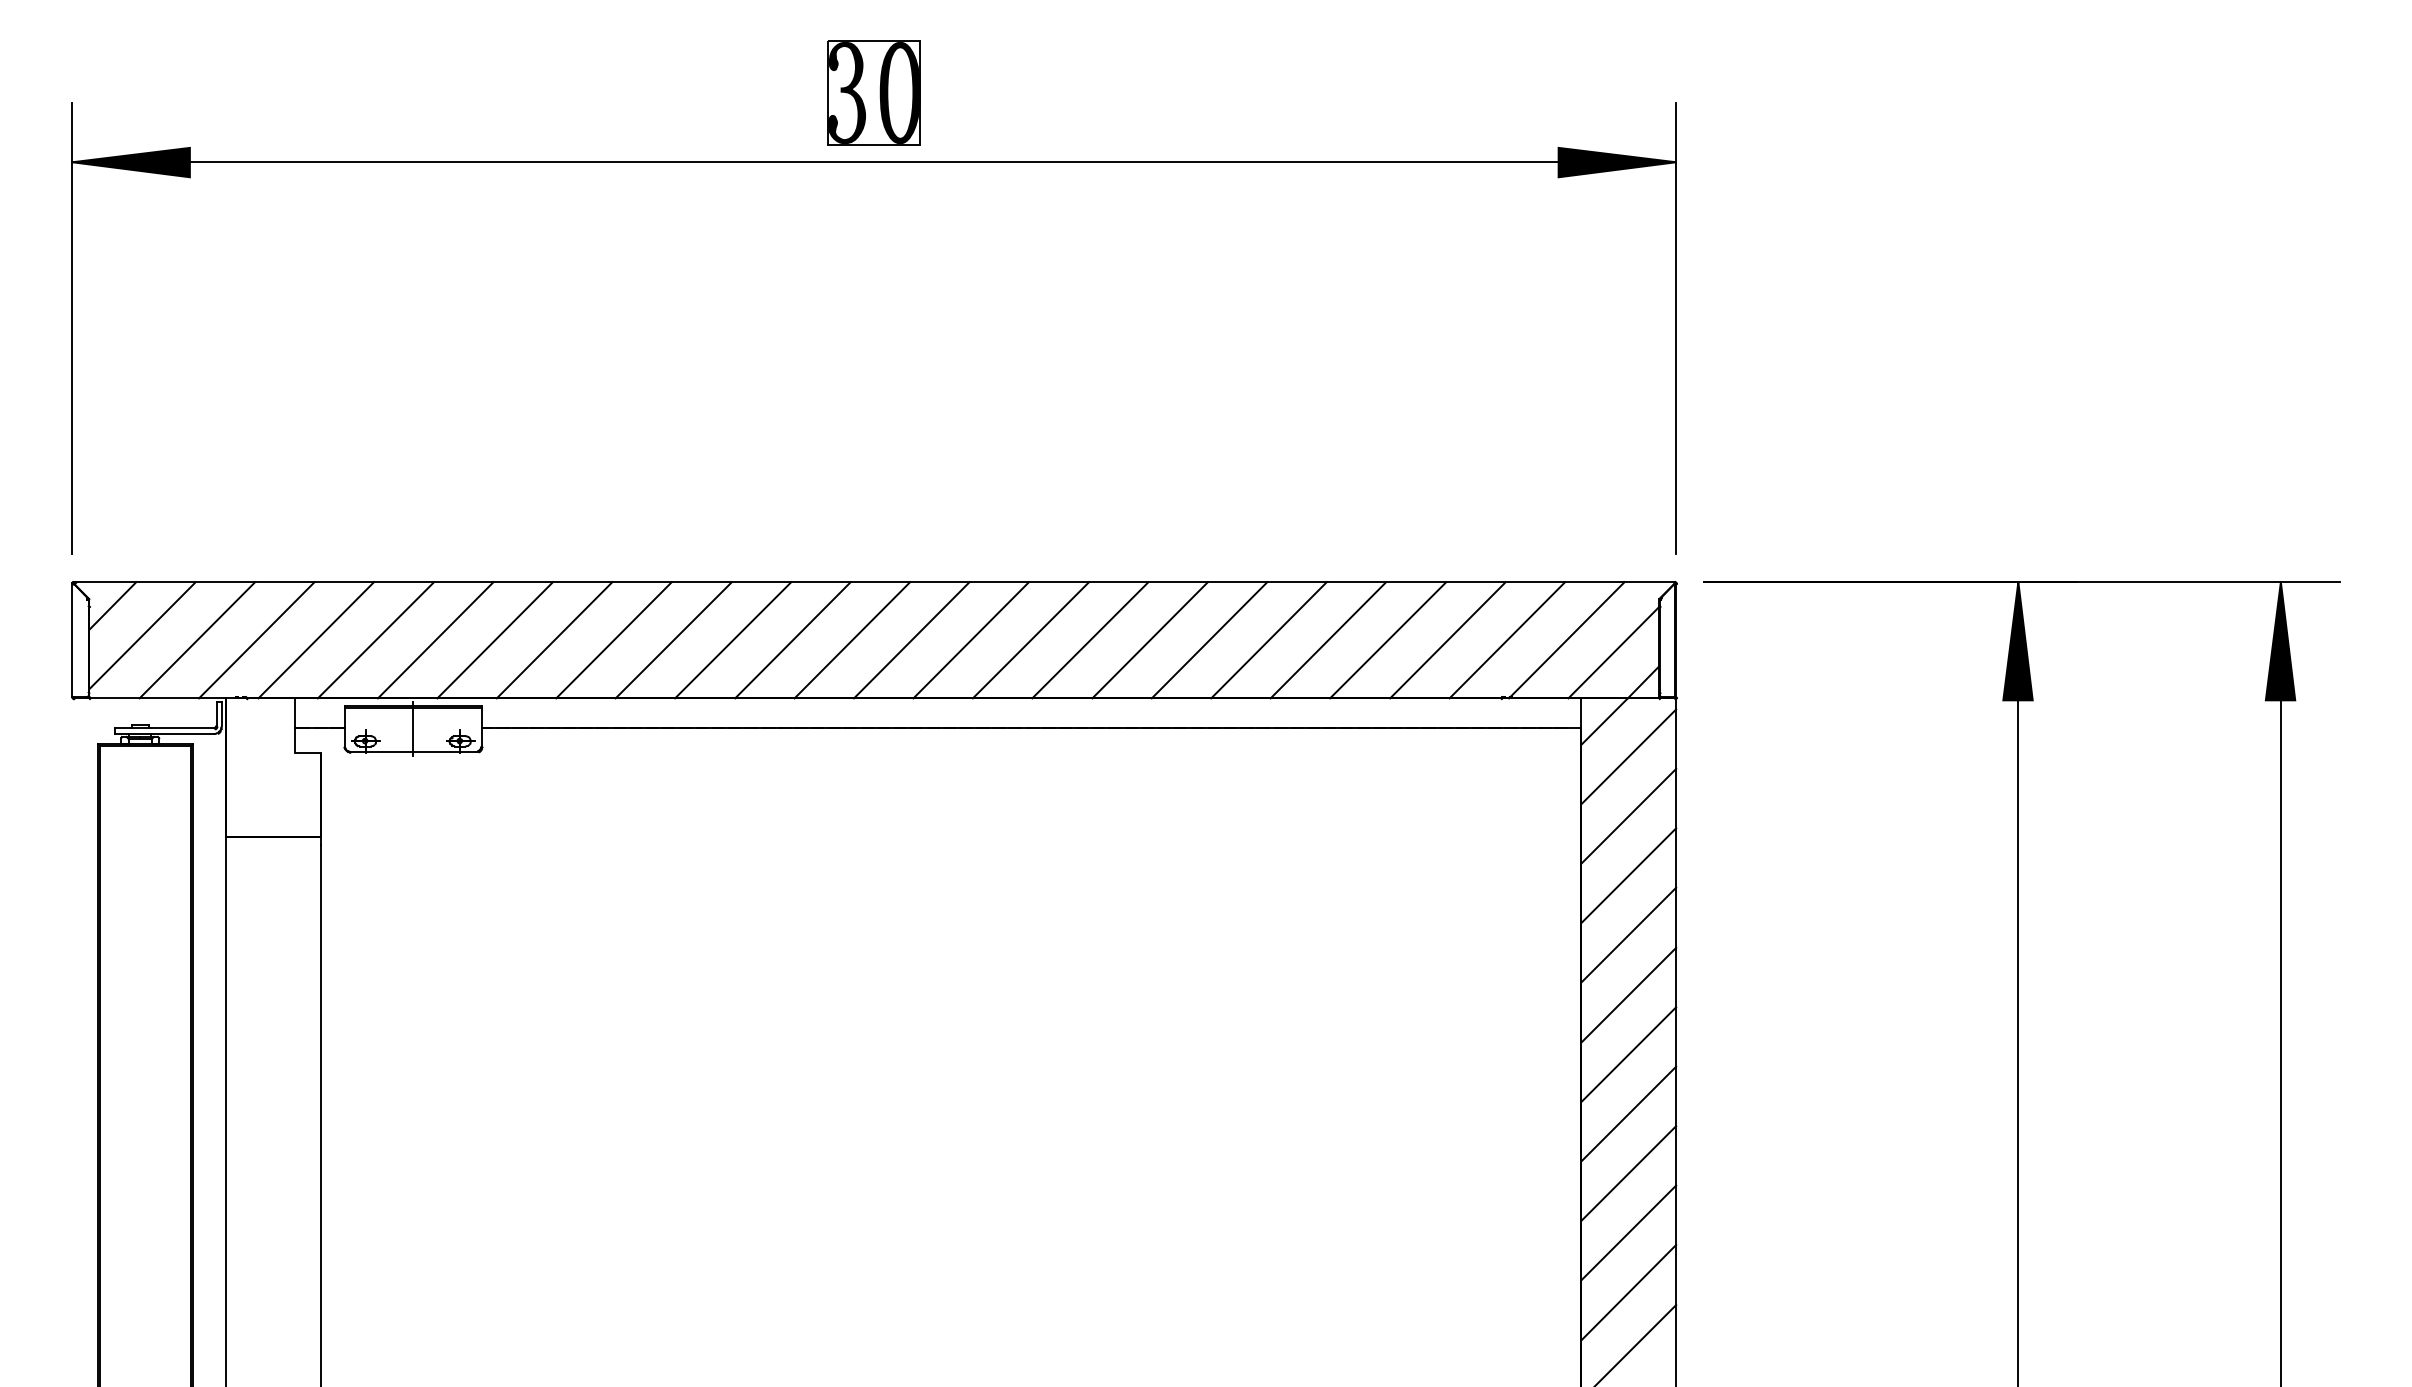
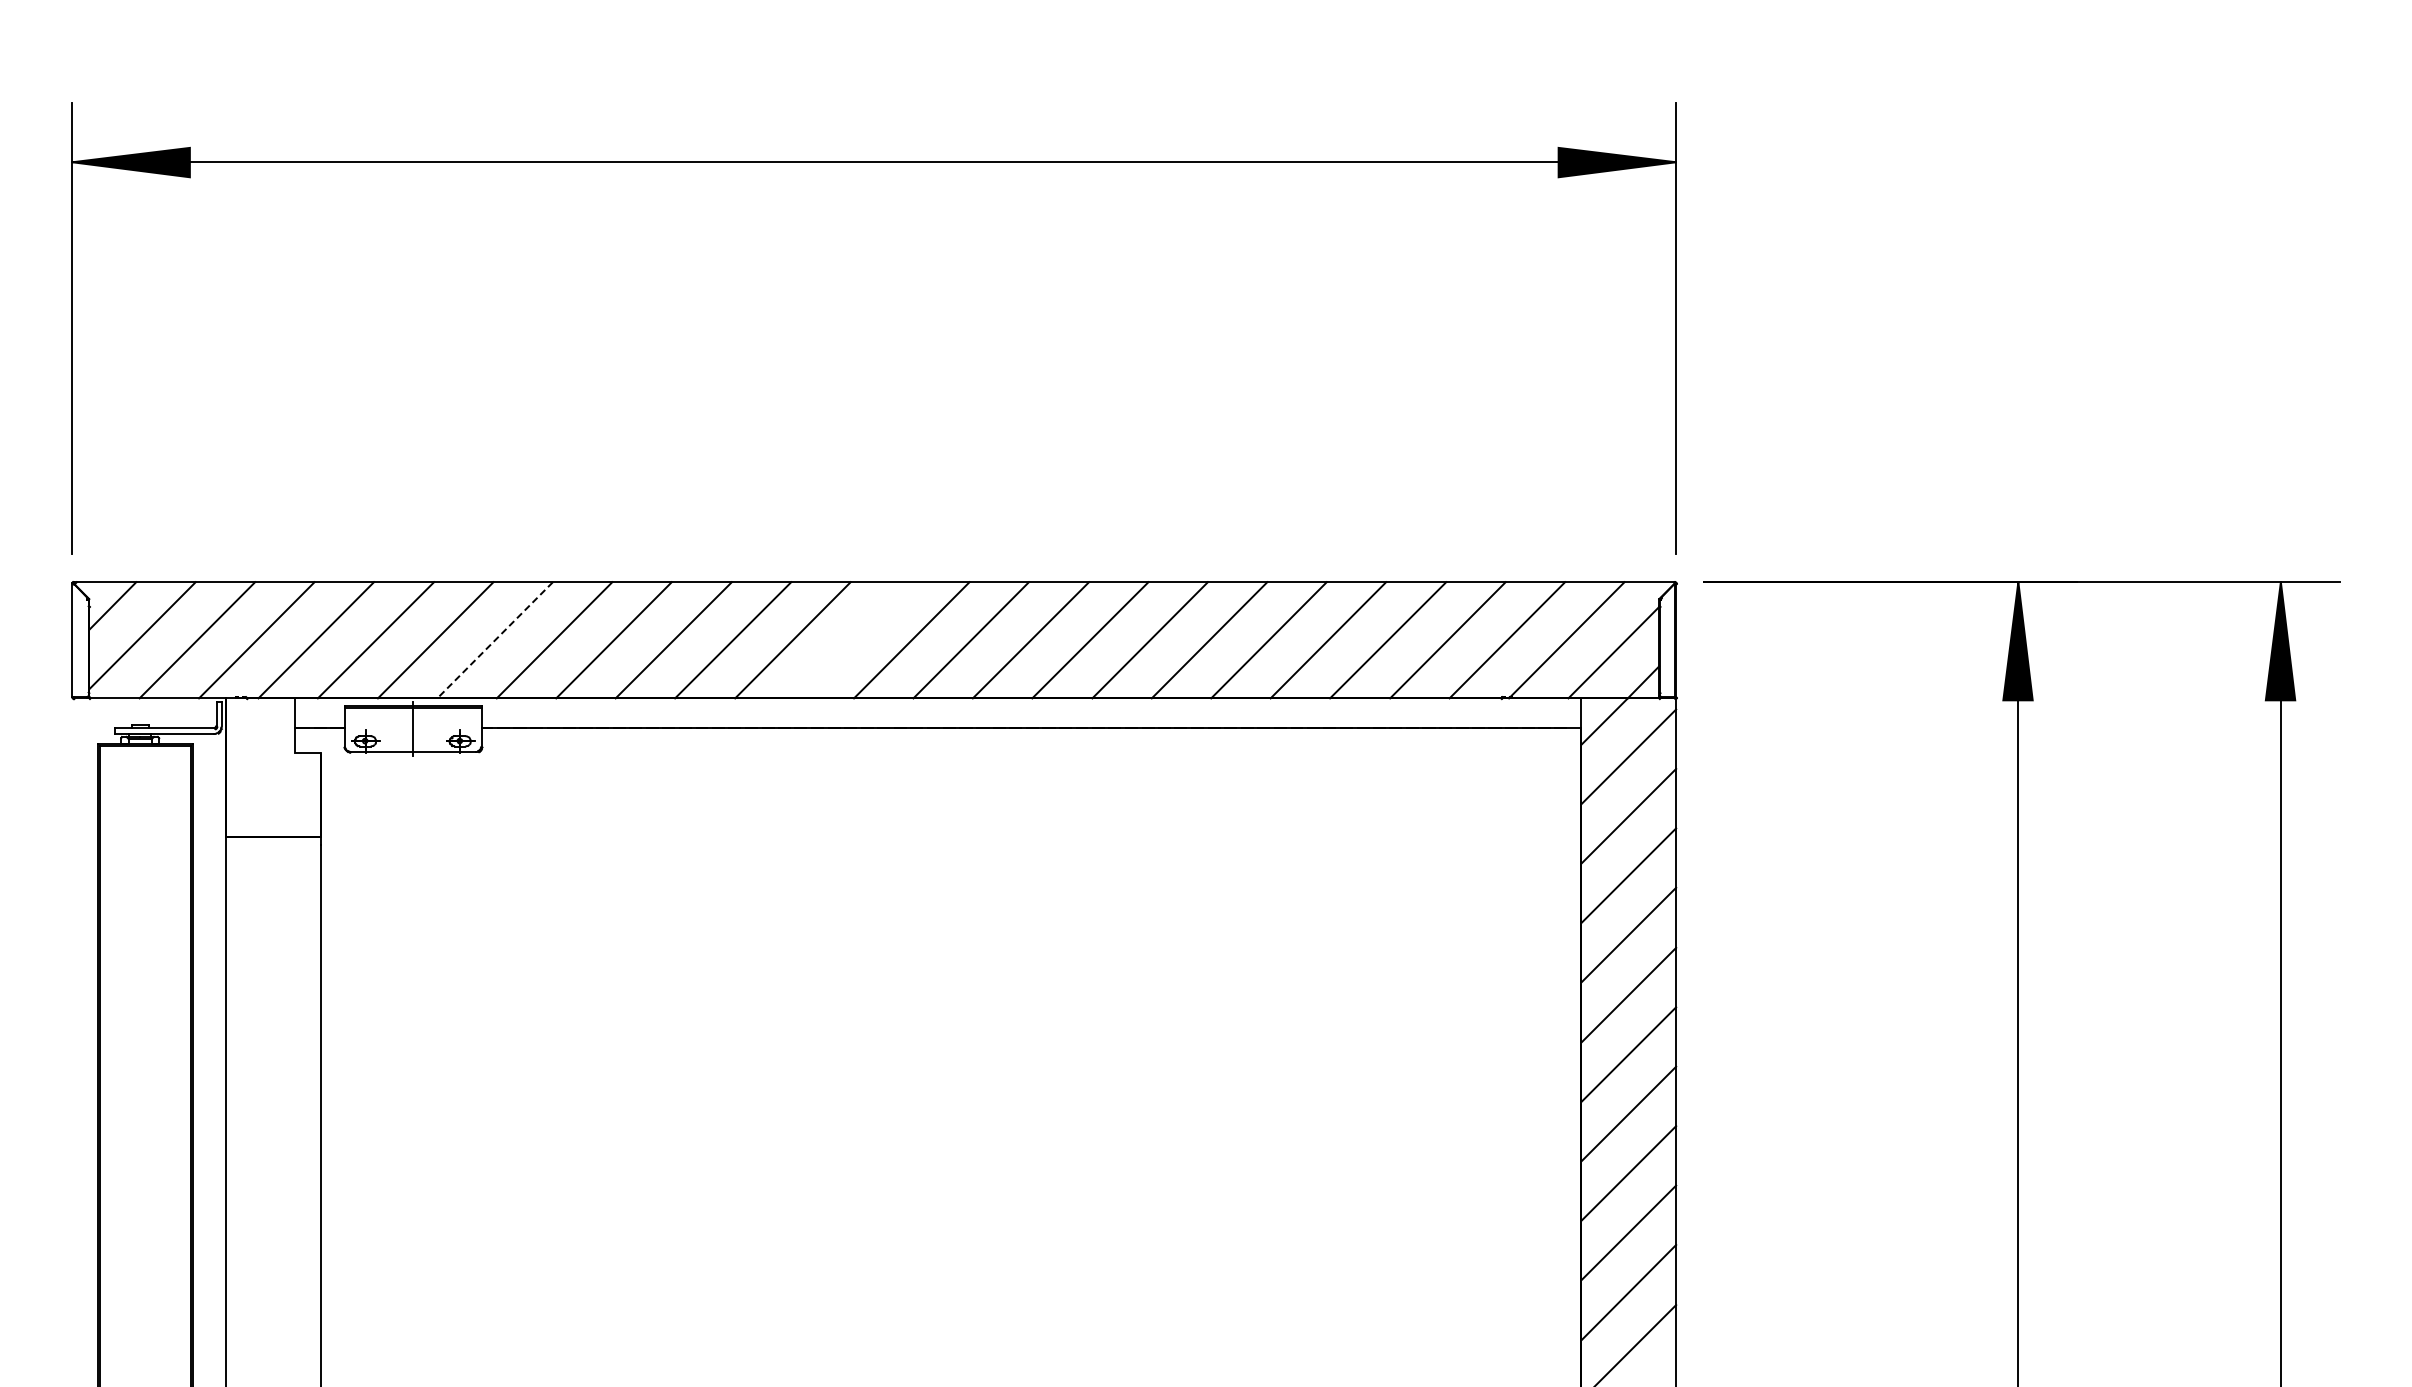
part at (873, 92): present -> none
line at (495, 640): solid -> dashed
line at (852, 640): present -> none
